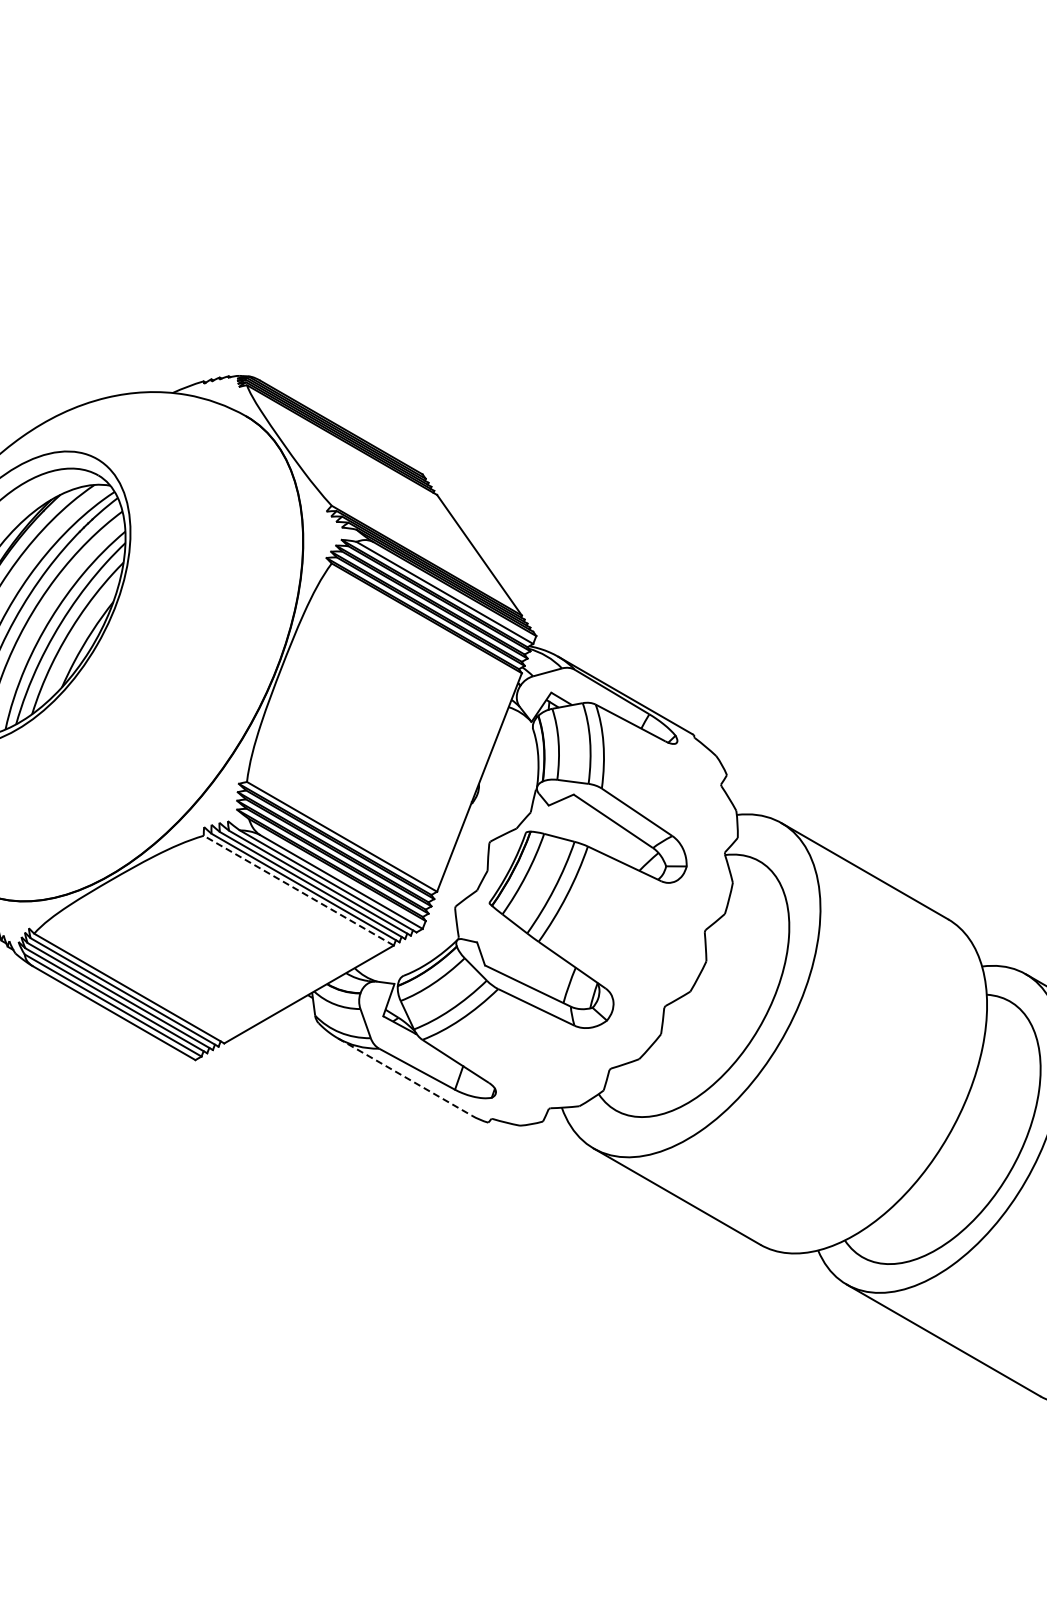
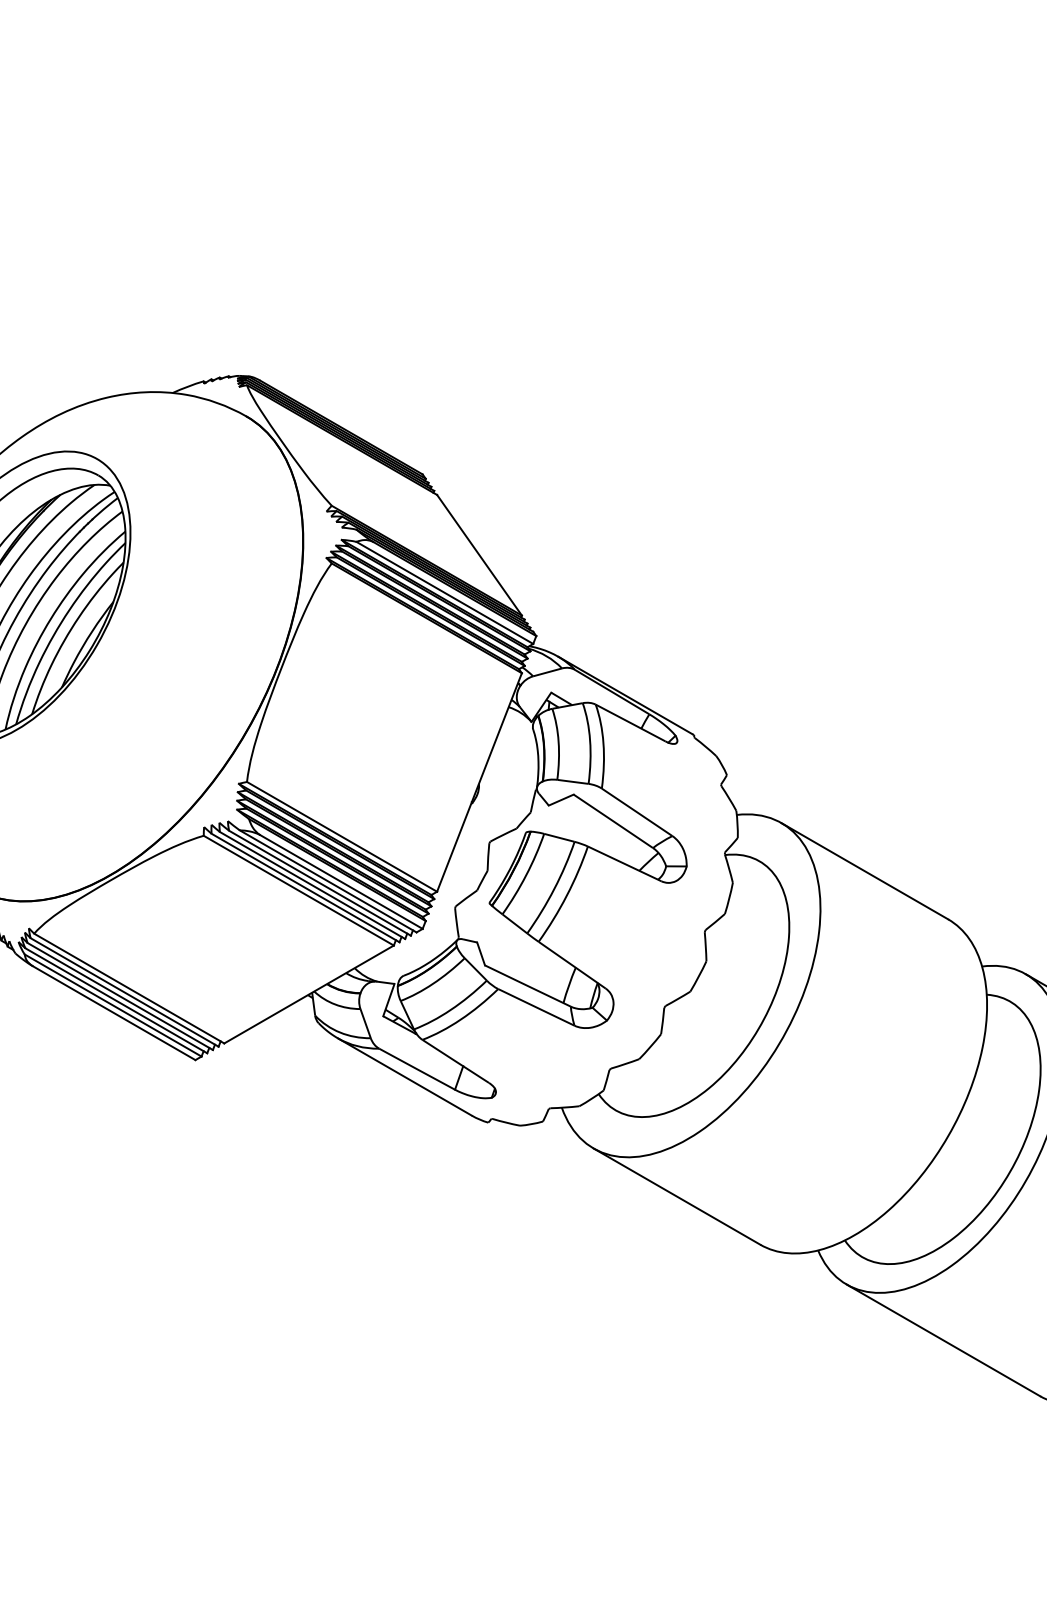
line at (298, 890): dashed -> solid
line at (405, 1077): dashed -> solid
